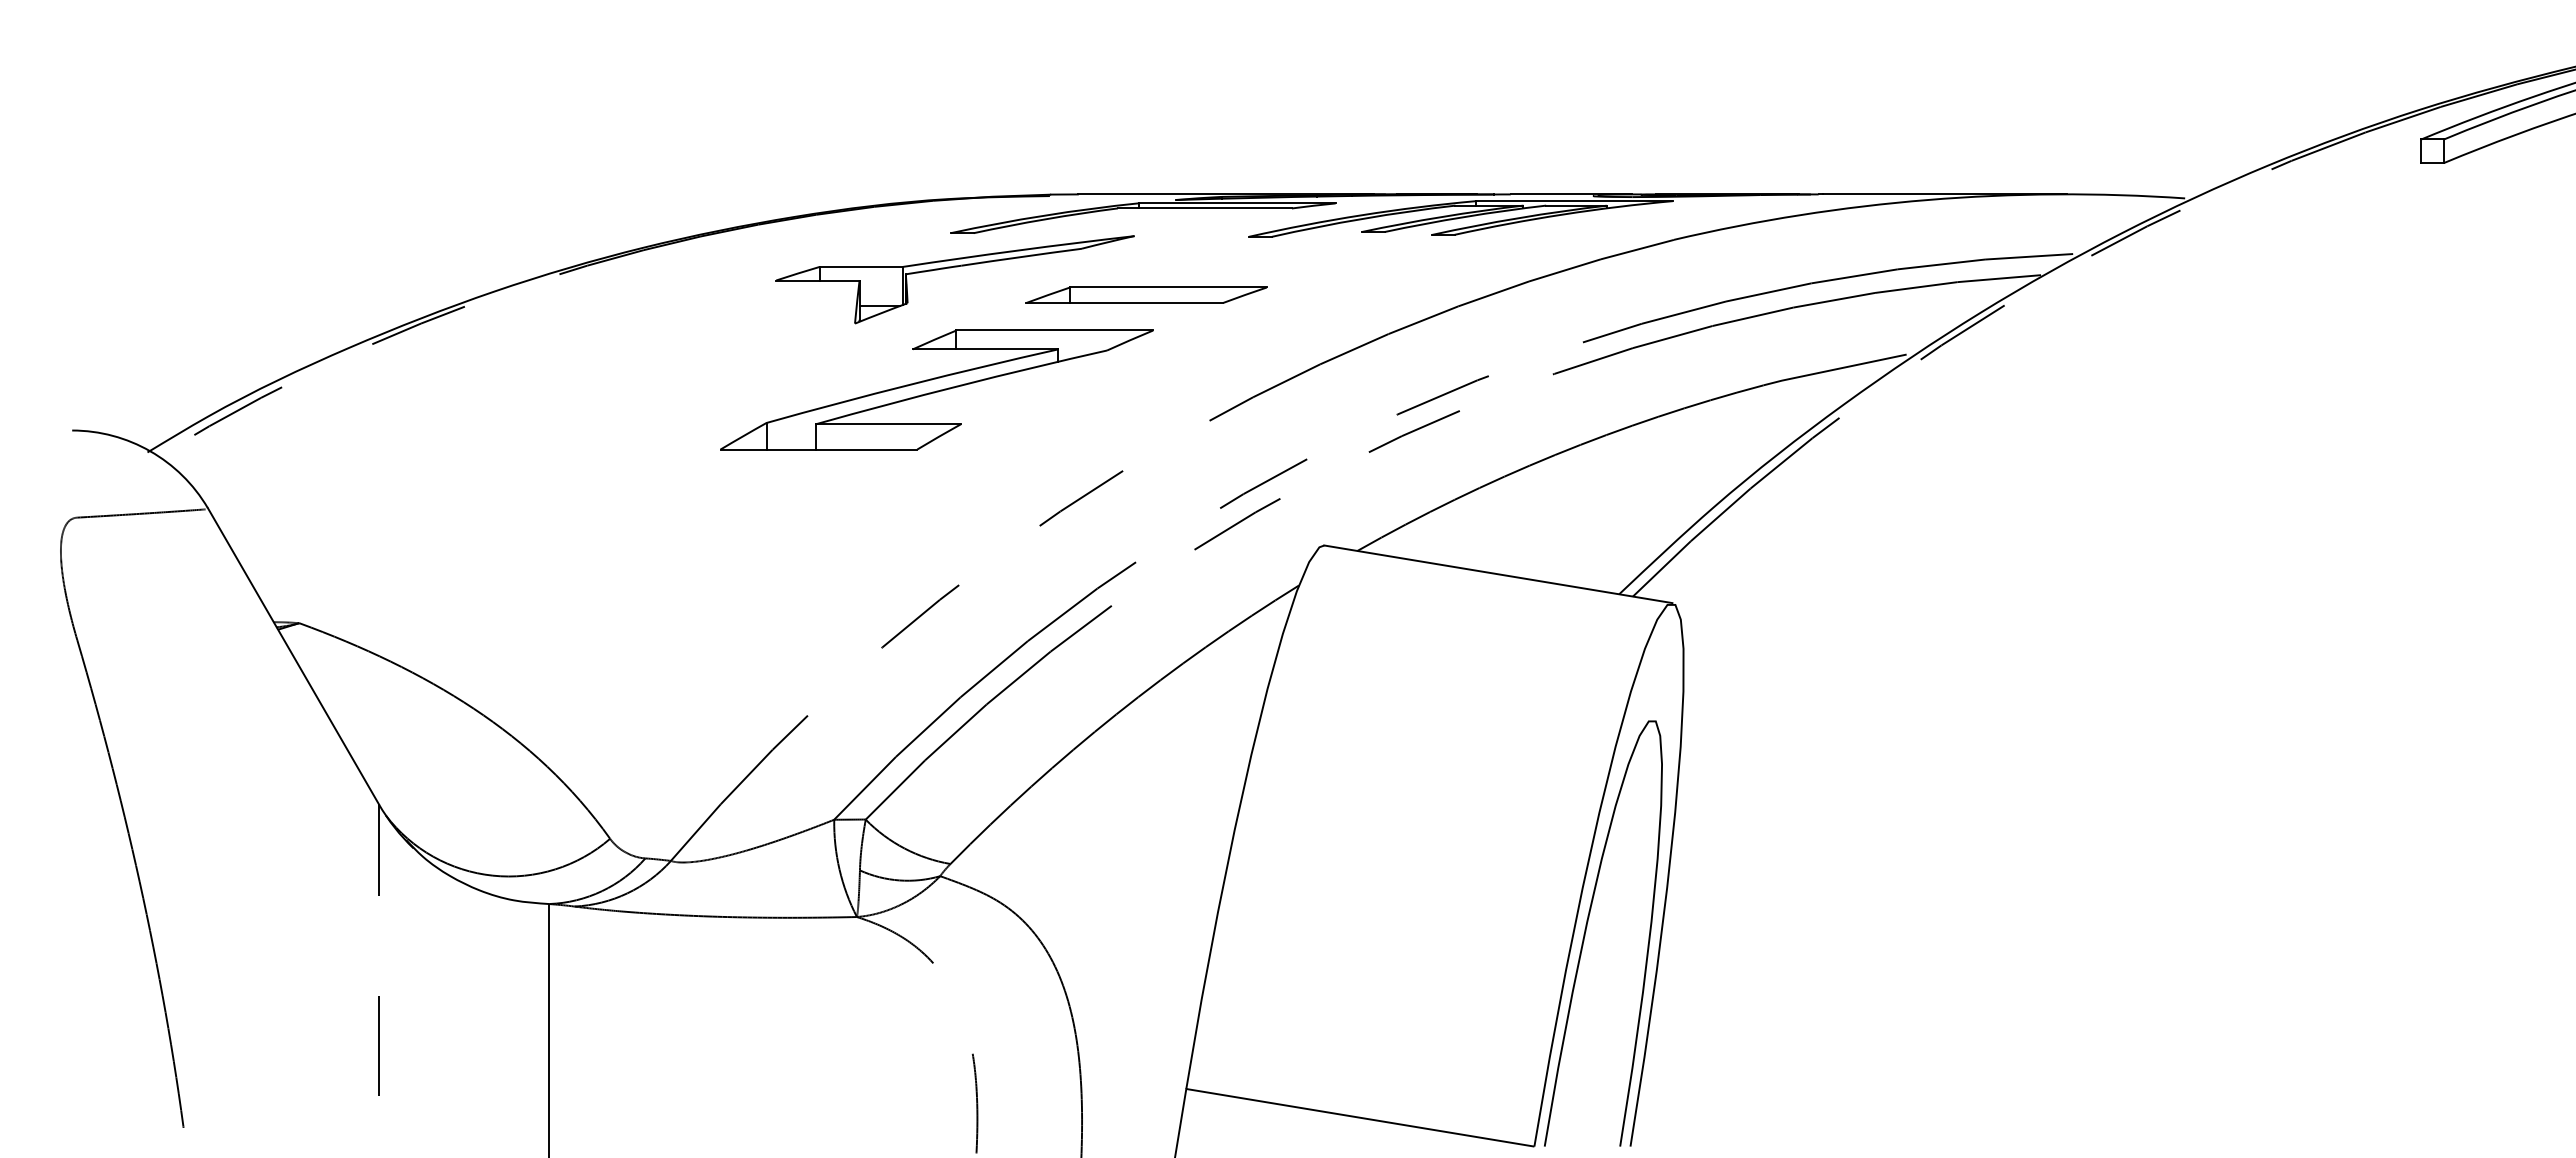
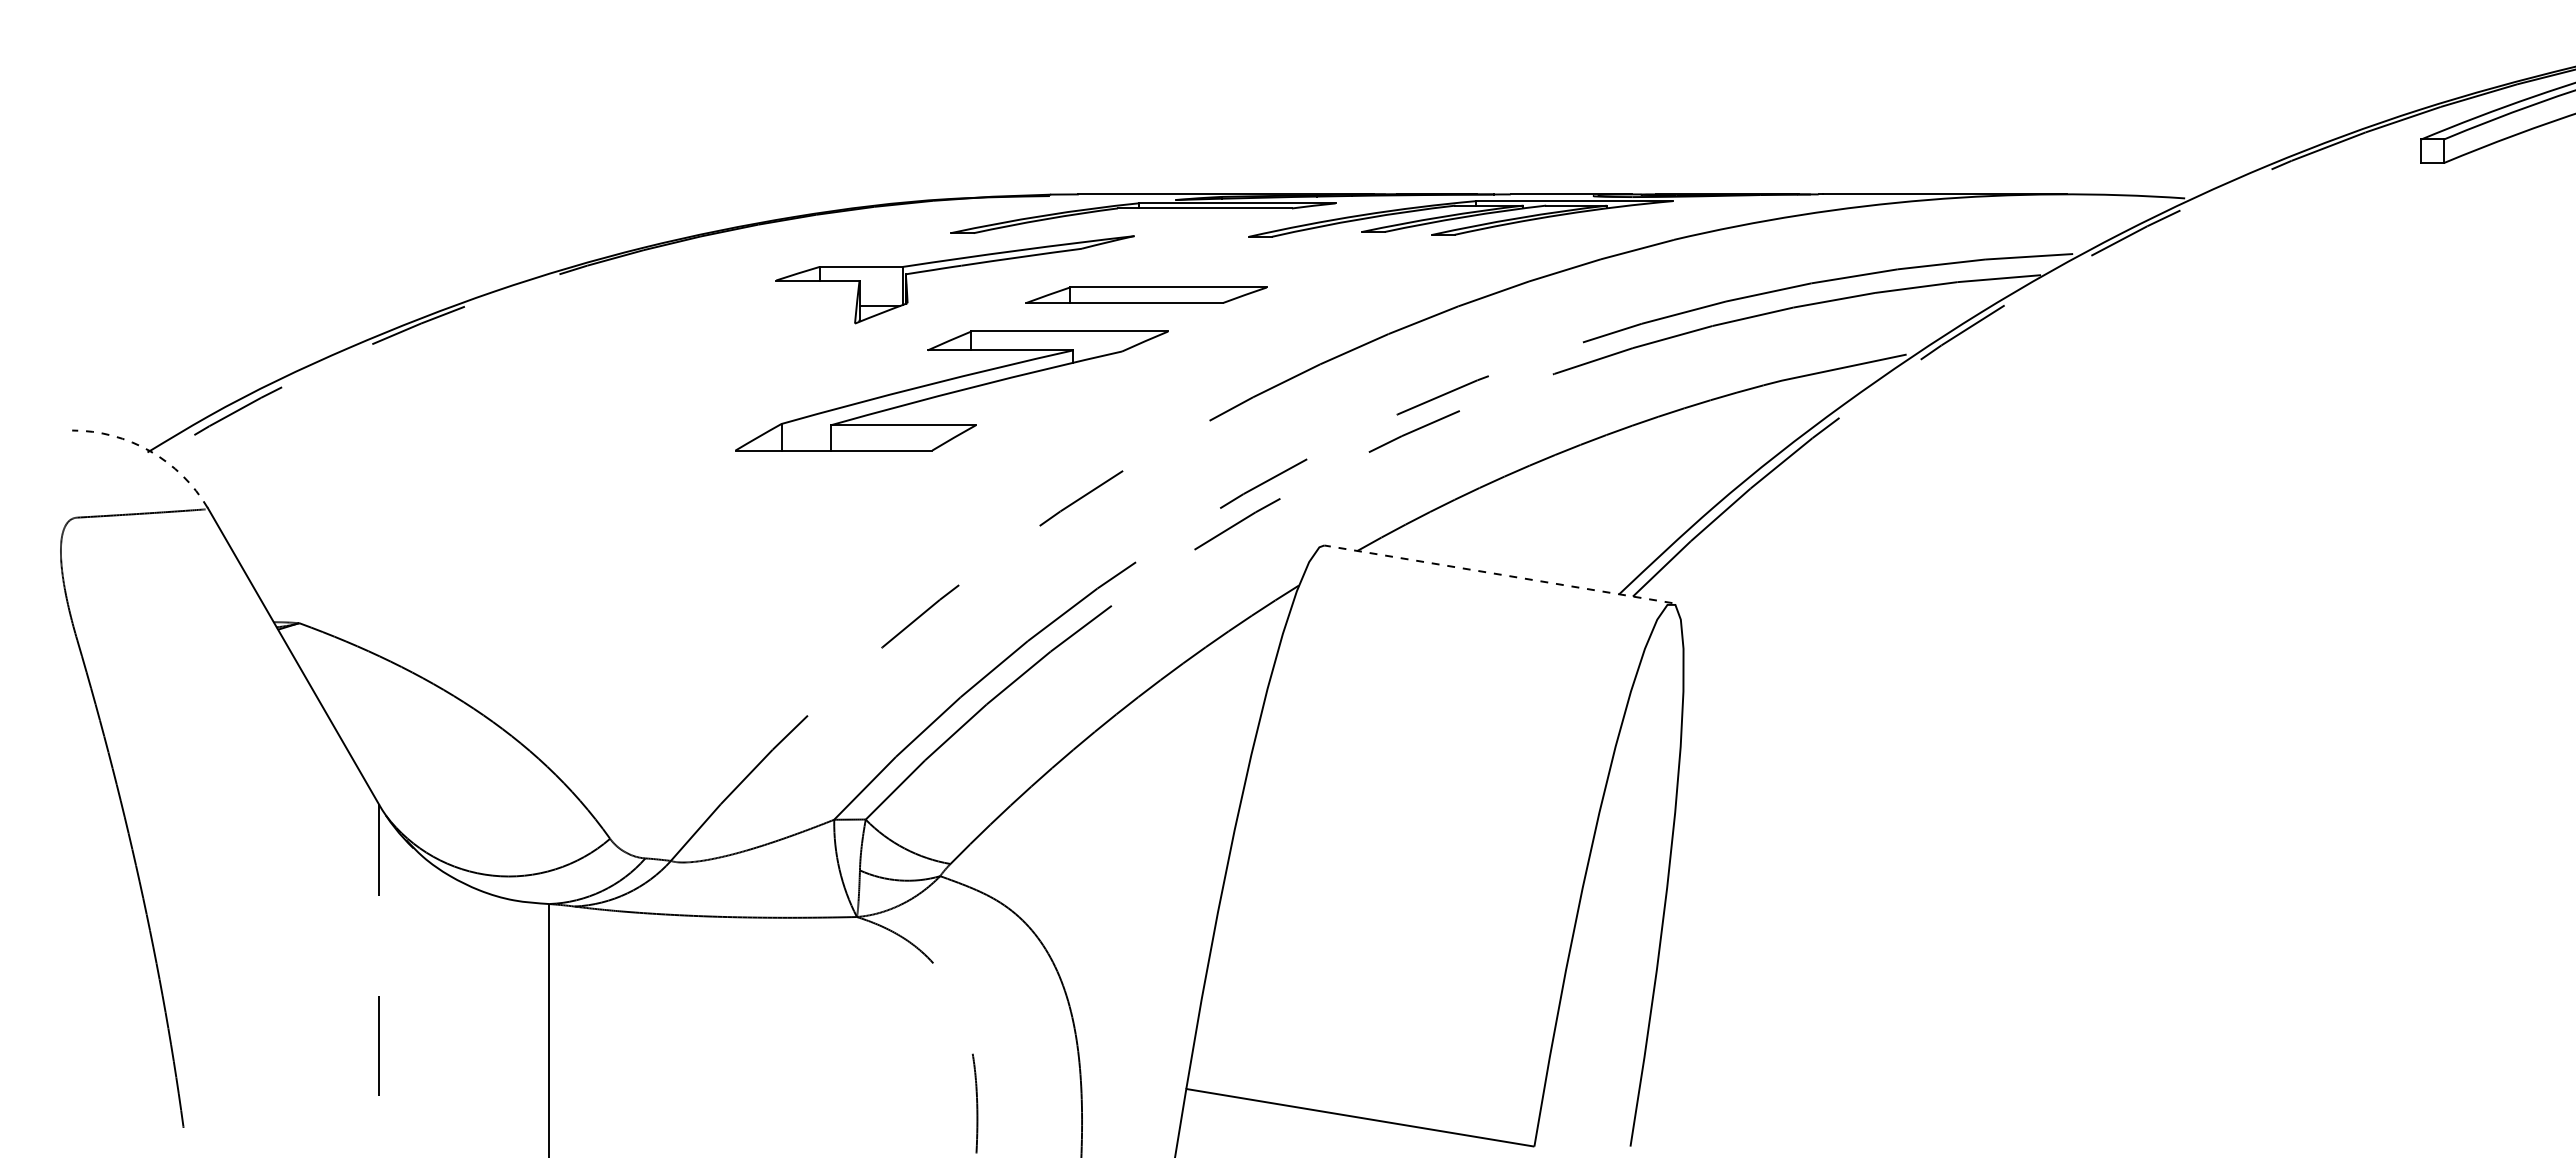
part at (936, 389) position: (936, 389) -> (951, 390)
arc at (150, 451): solid -> dashed
line at (1497, 574): solid -> dashed
curve at (1586, 931): present -> none
